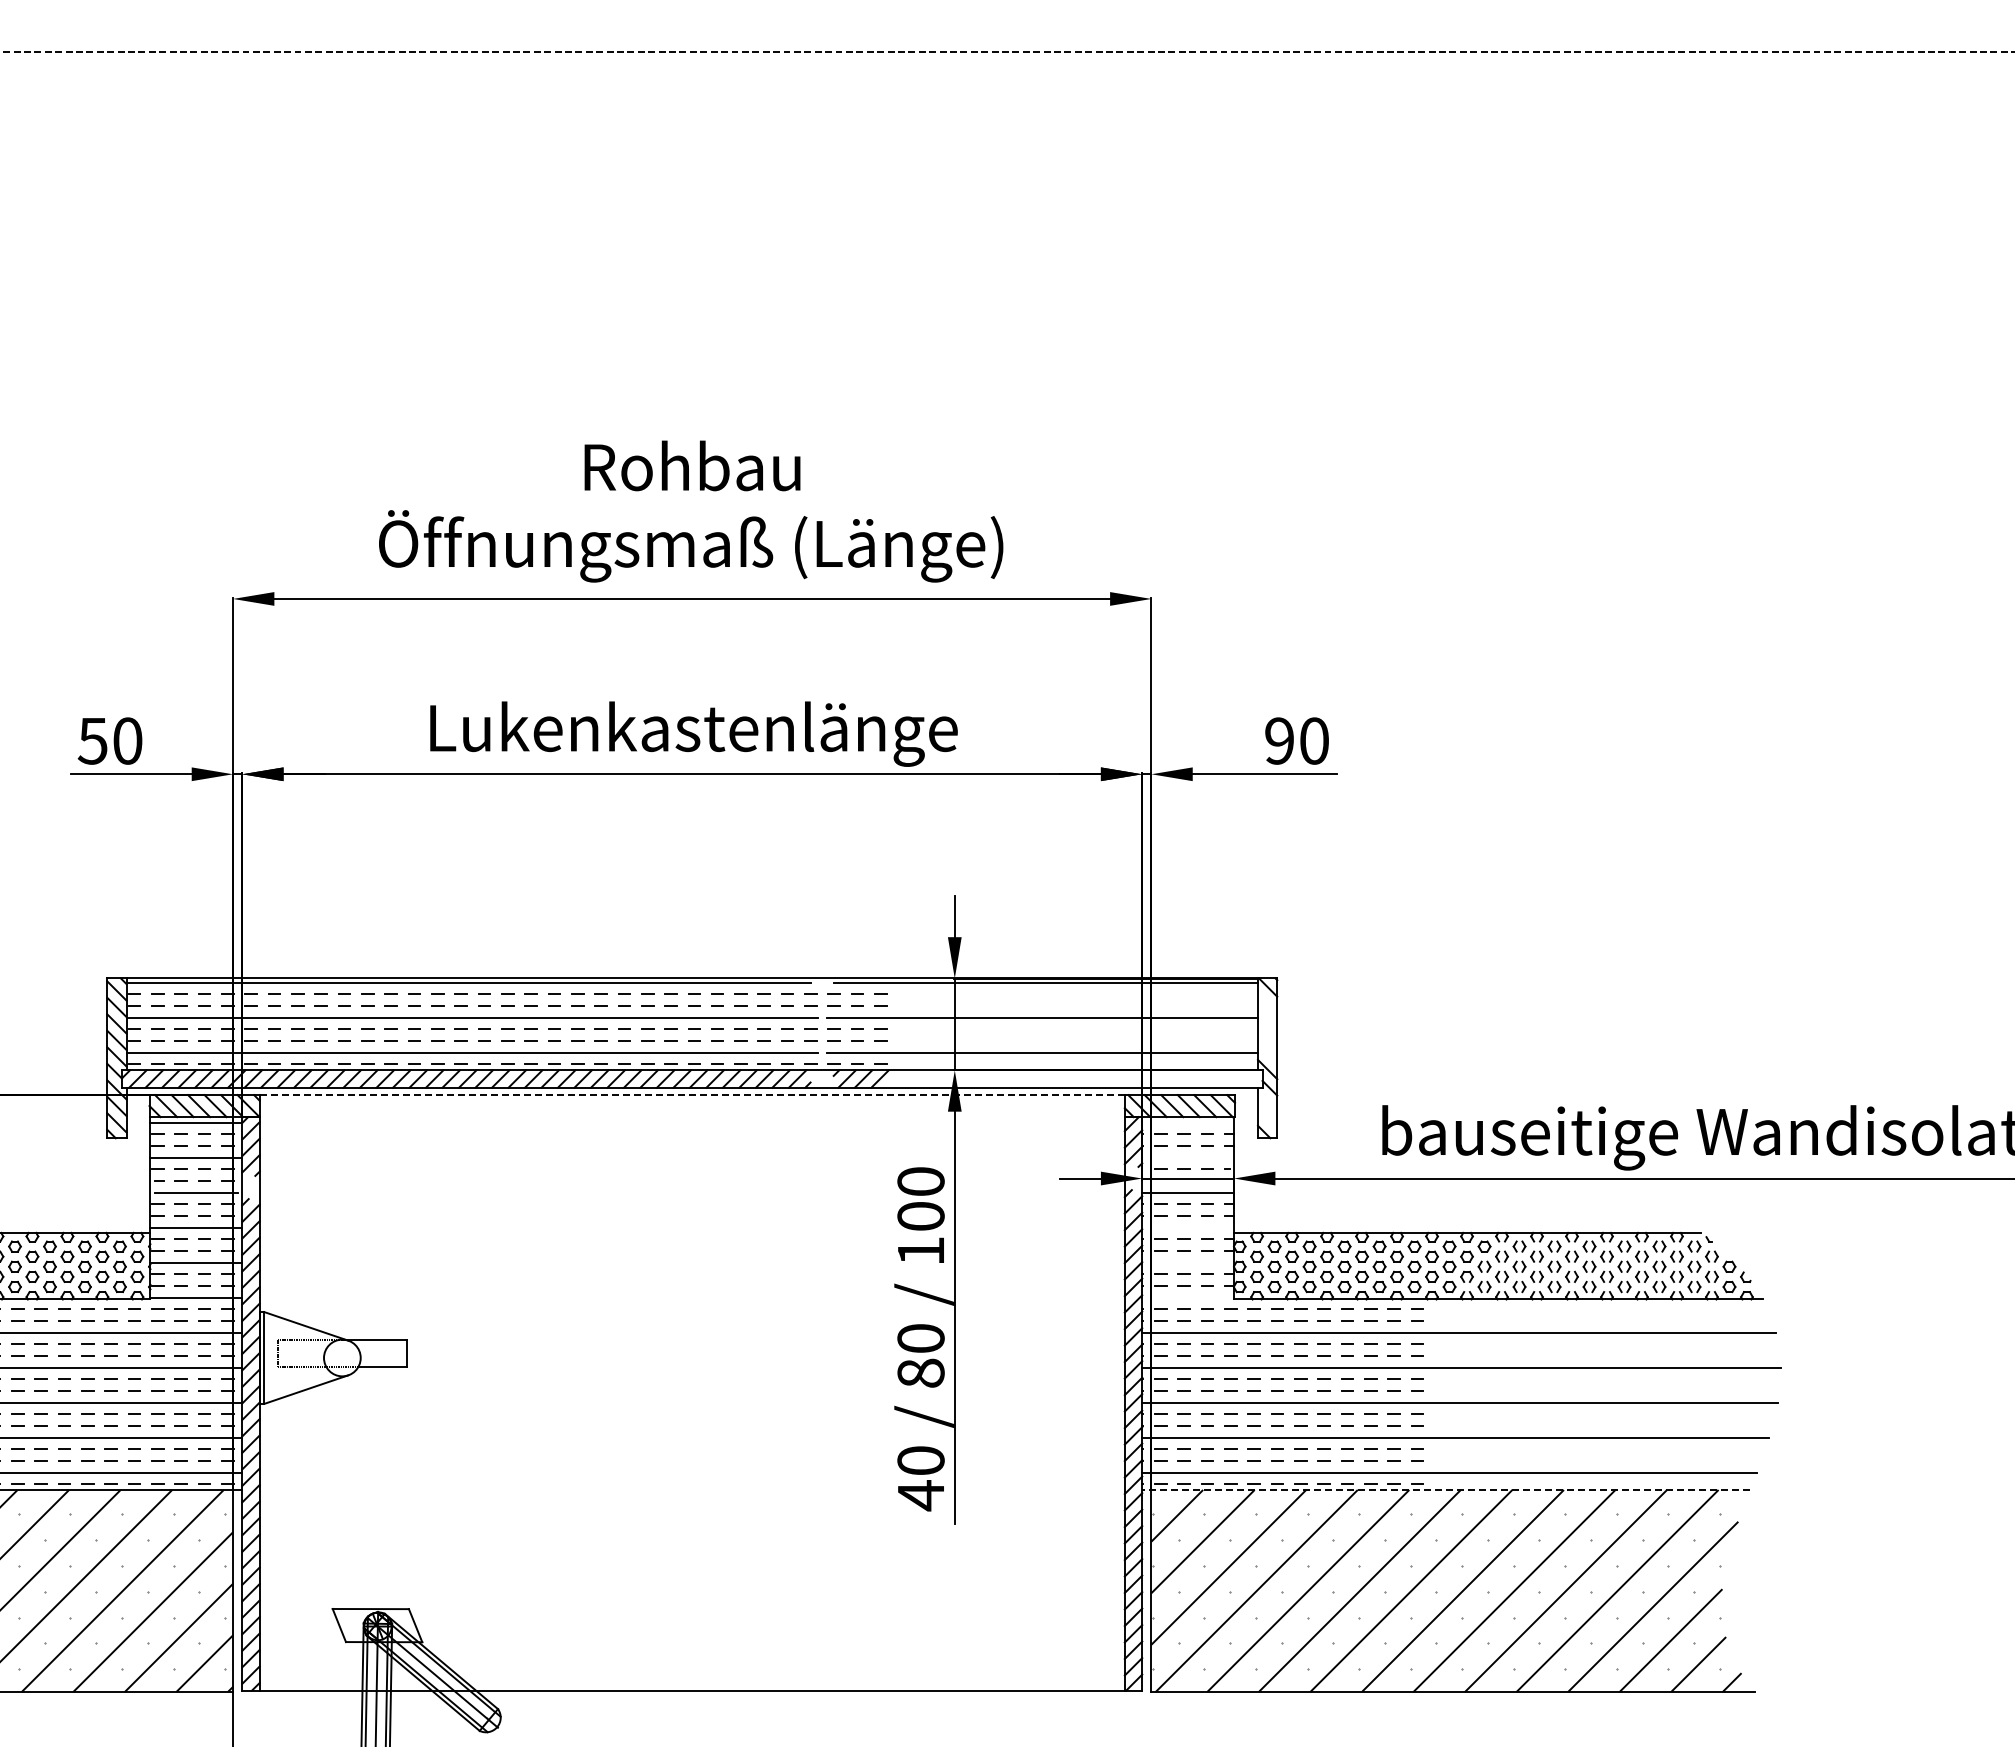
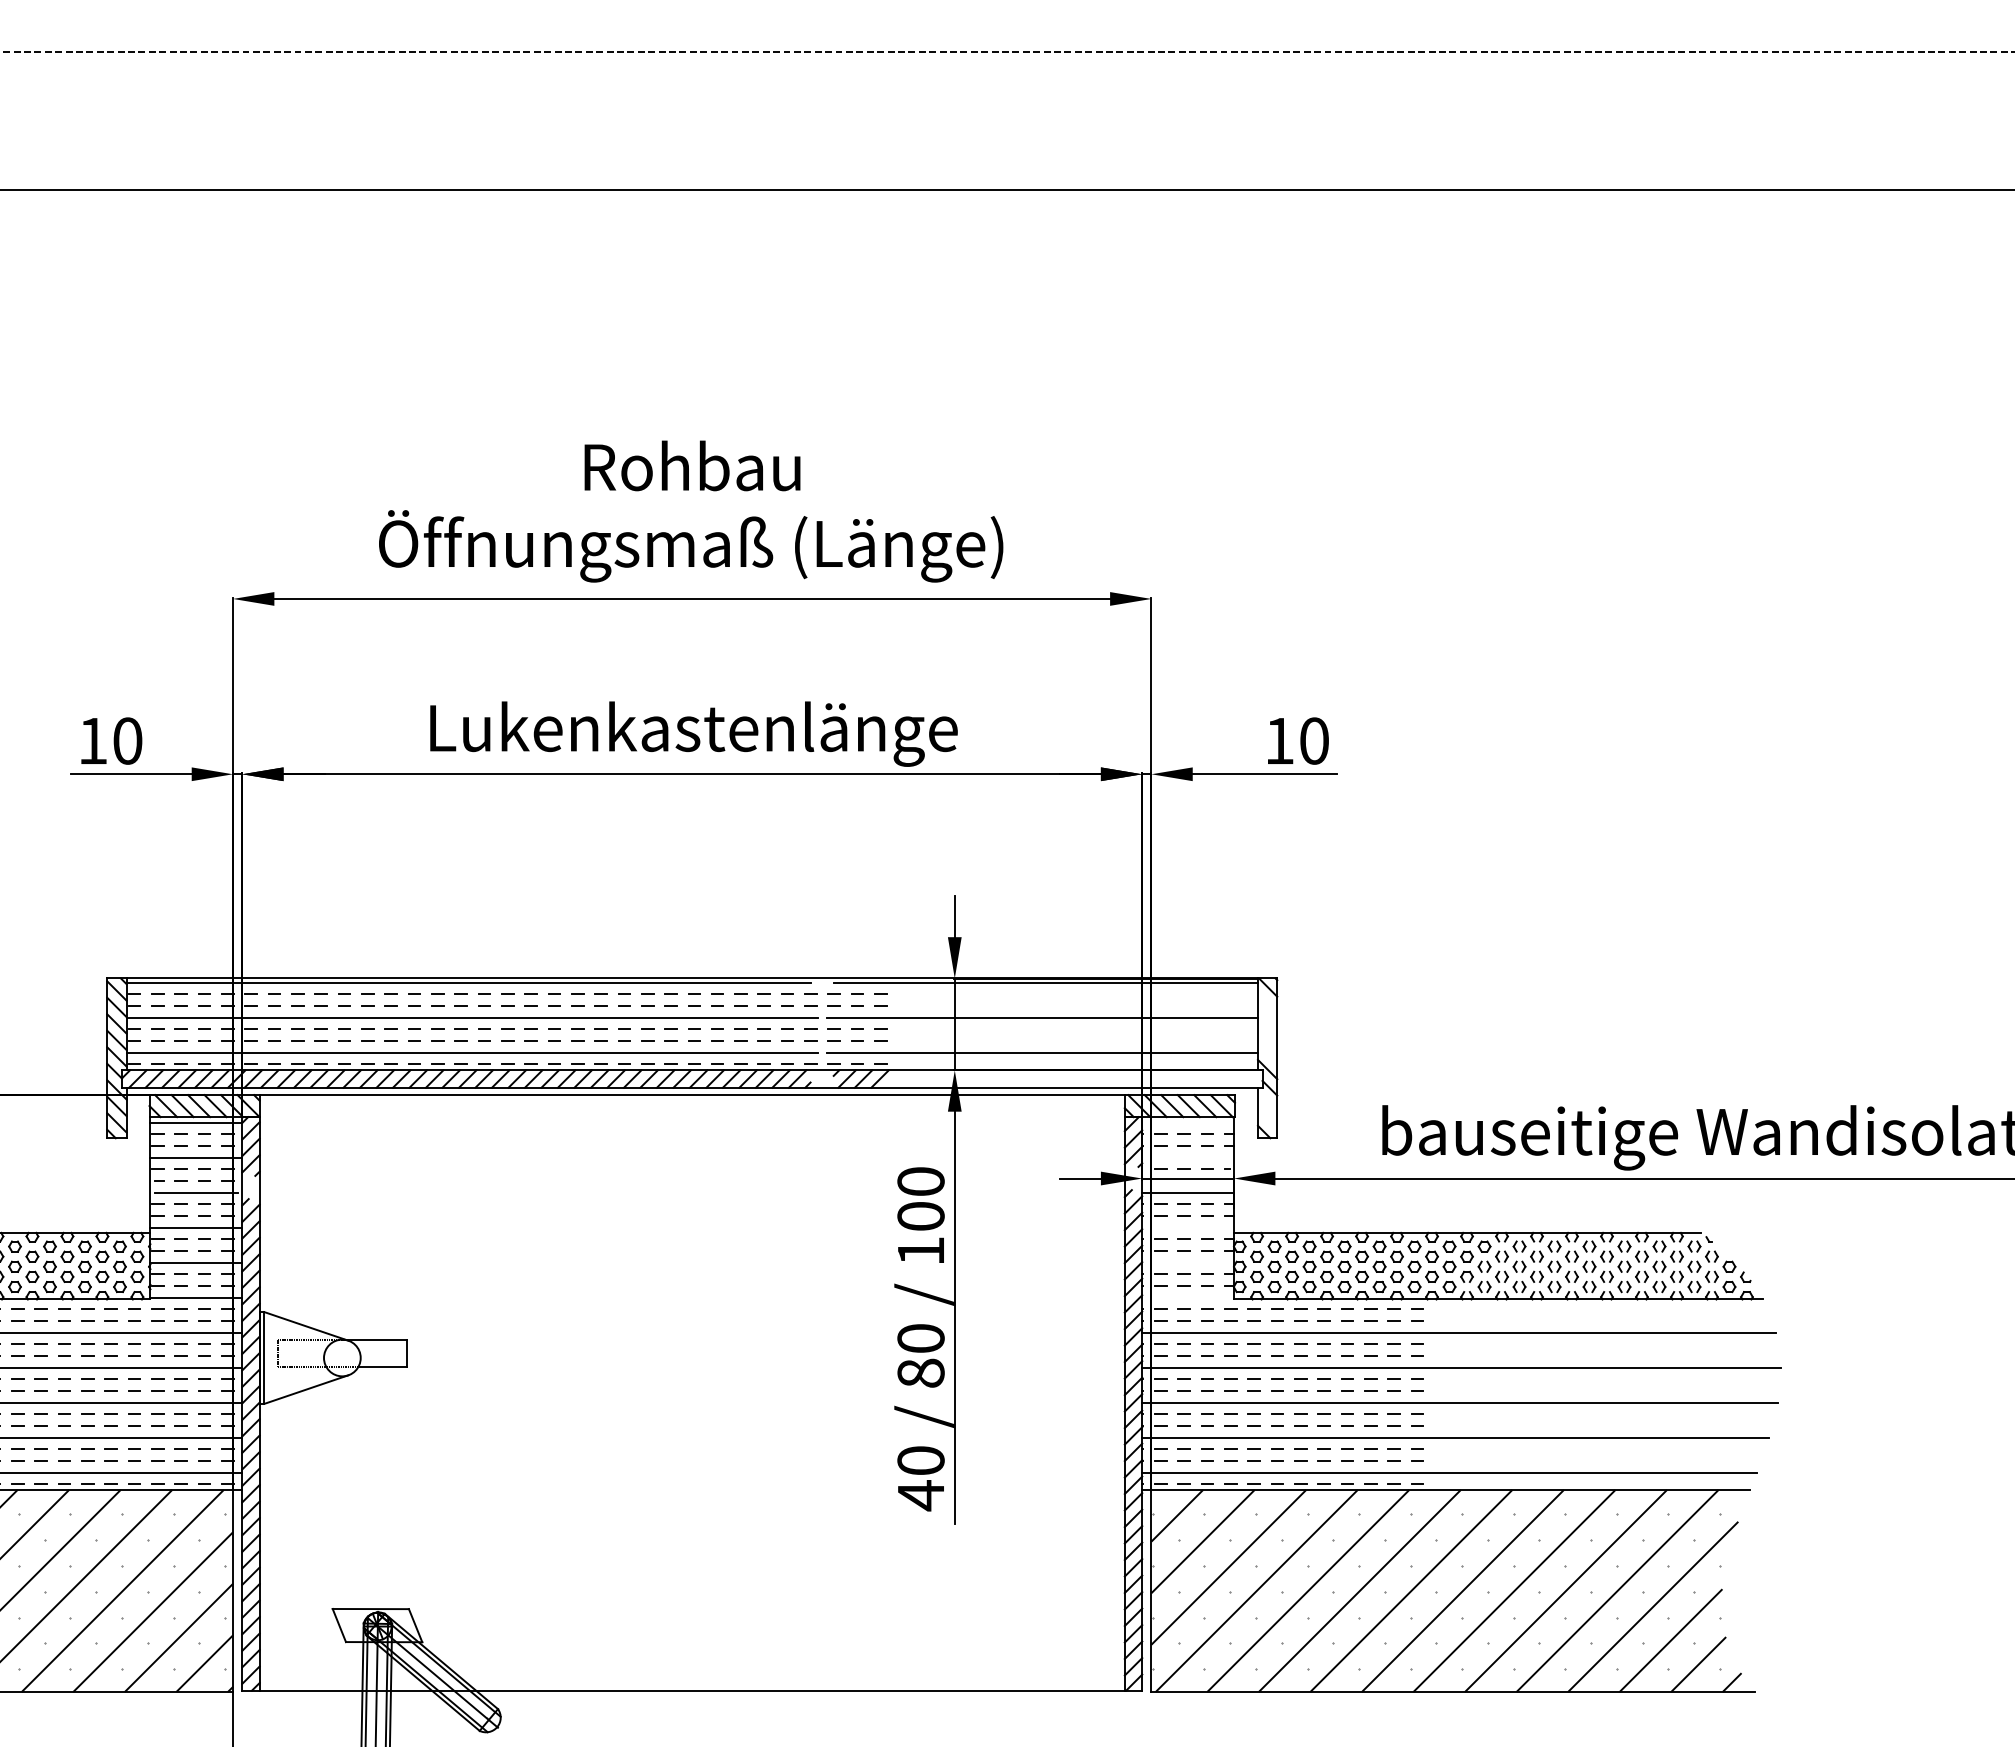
line at (1006, 190): none -> present
text at (1279, 740): 90 -> 10
text at (92, 741): 50 -> 10
line at (692, 1095): dashed -> solid
line at (1446, 1489): dashed -> solid
